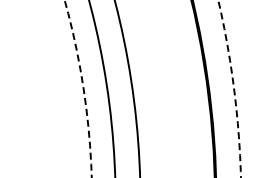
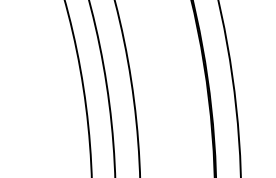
arc at (83, 87): dashed -> solid
arc at (234, 89): dashed -> solid
